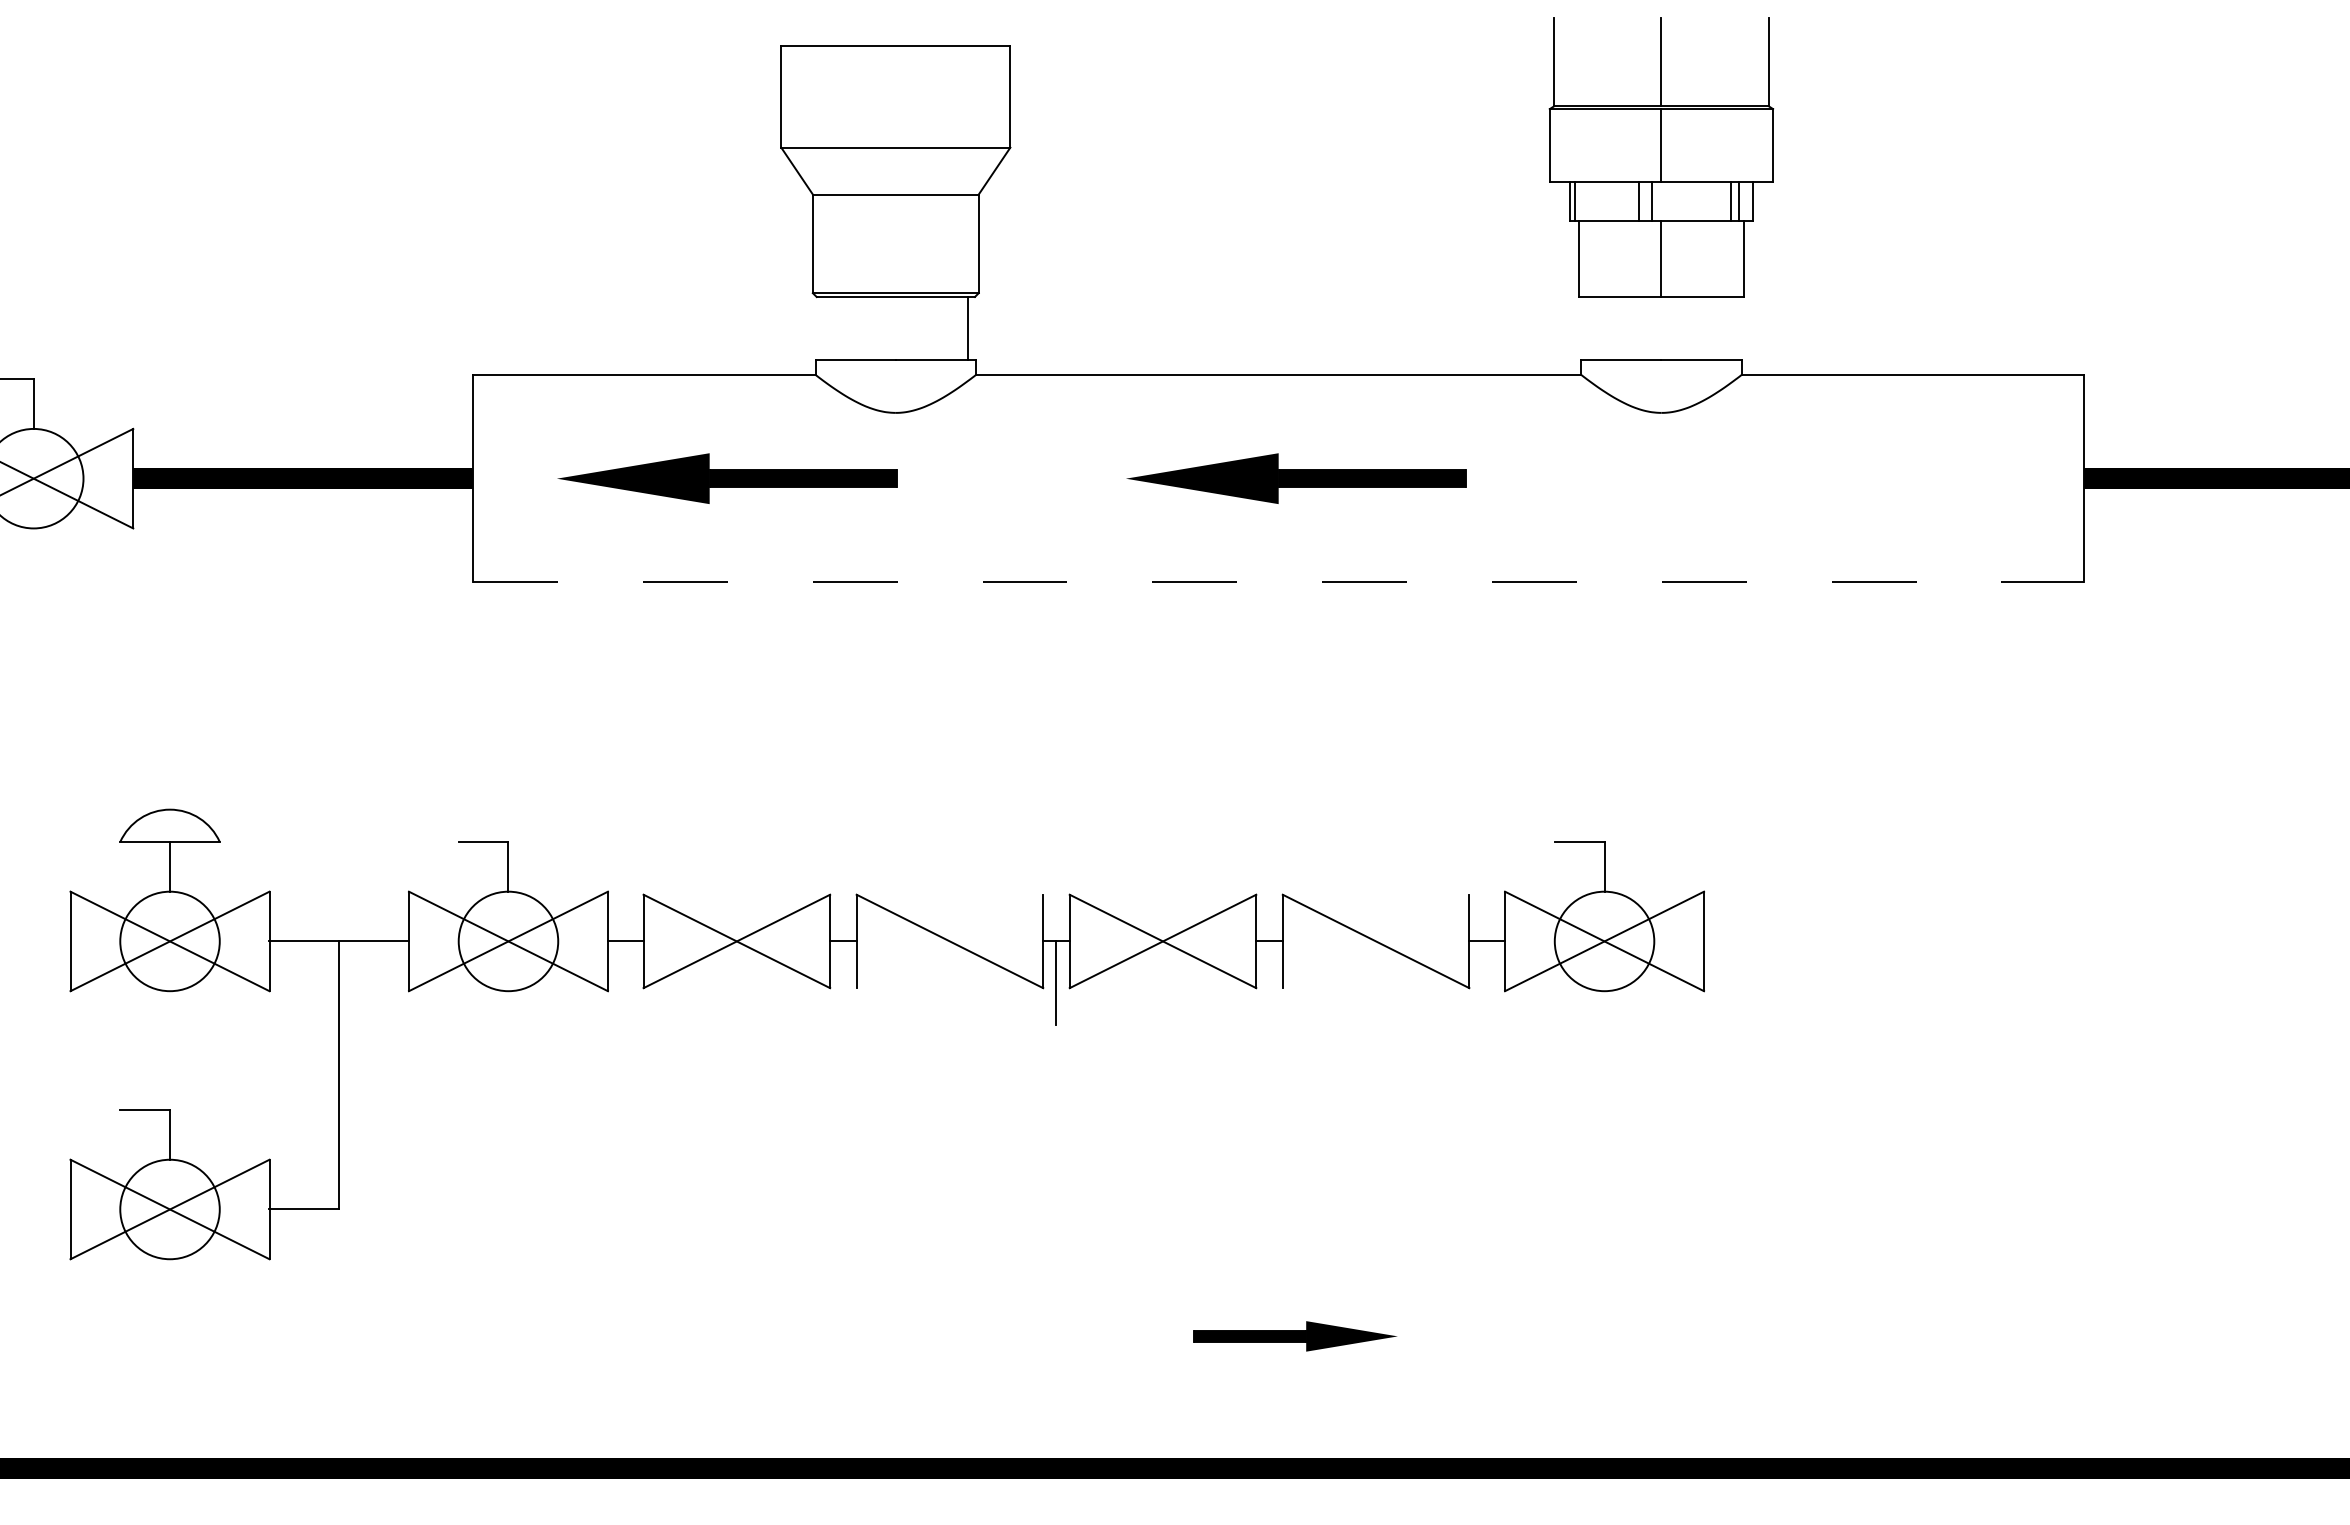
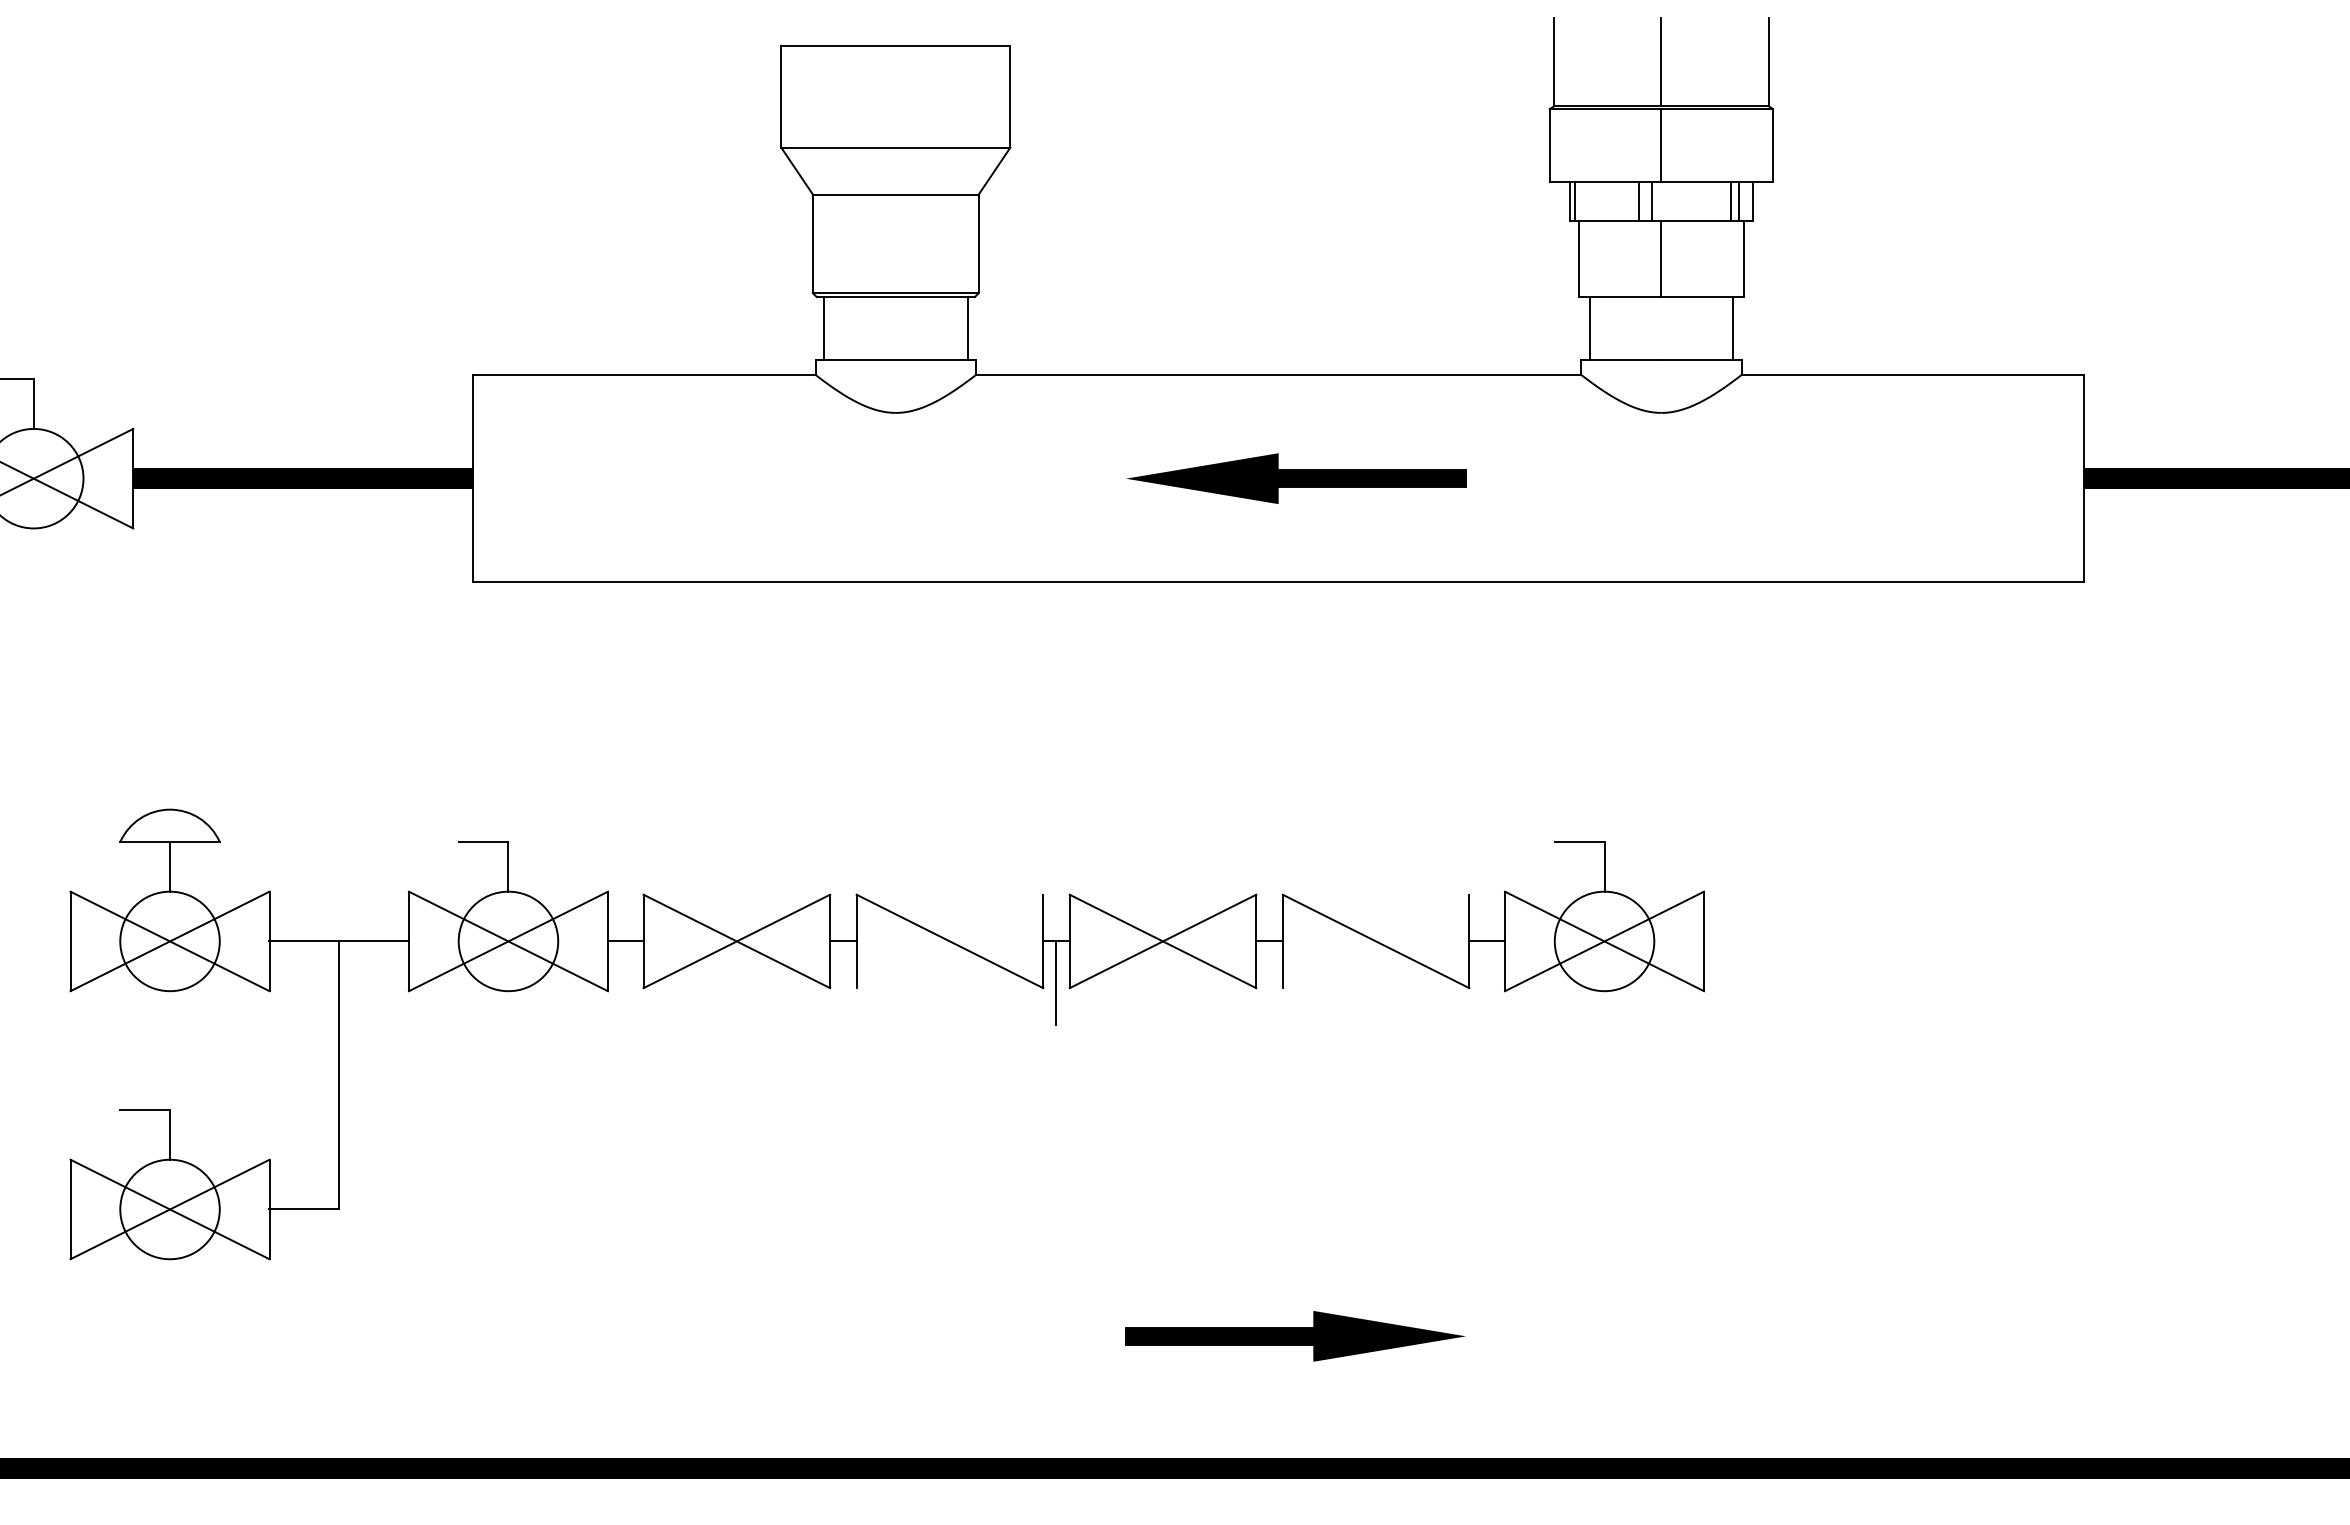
line at (823, 328): none -> present
line at (1589, 328): none -> present
line at (1733, 328): none -> present
part at (727, 478): present -> none
line at (1278, 582): dashed -> solid
part at (1295, 1336) size: 205x31 px -> 341x51 px
